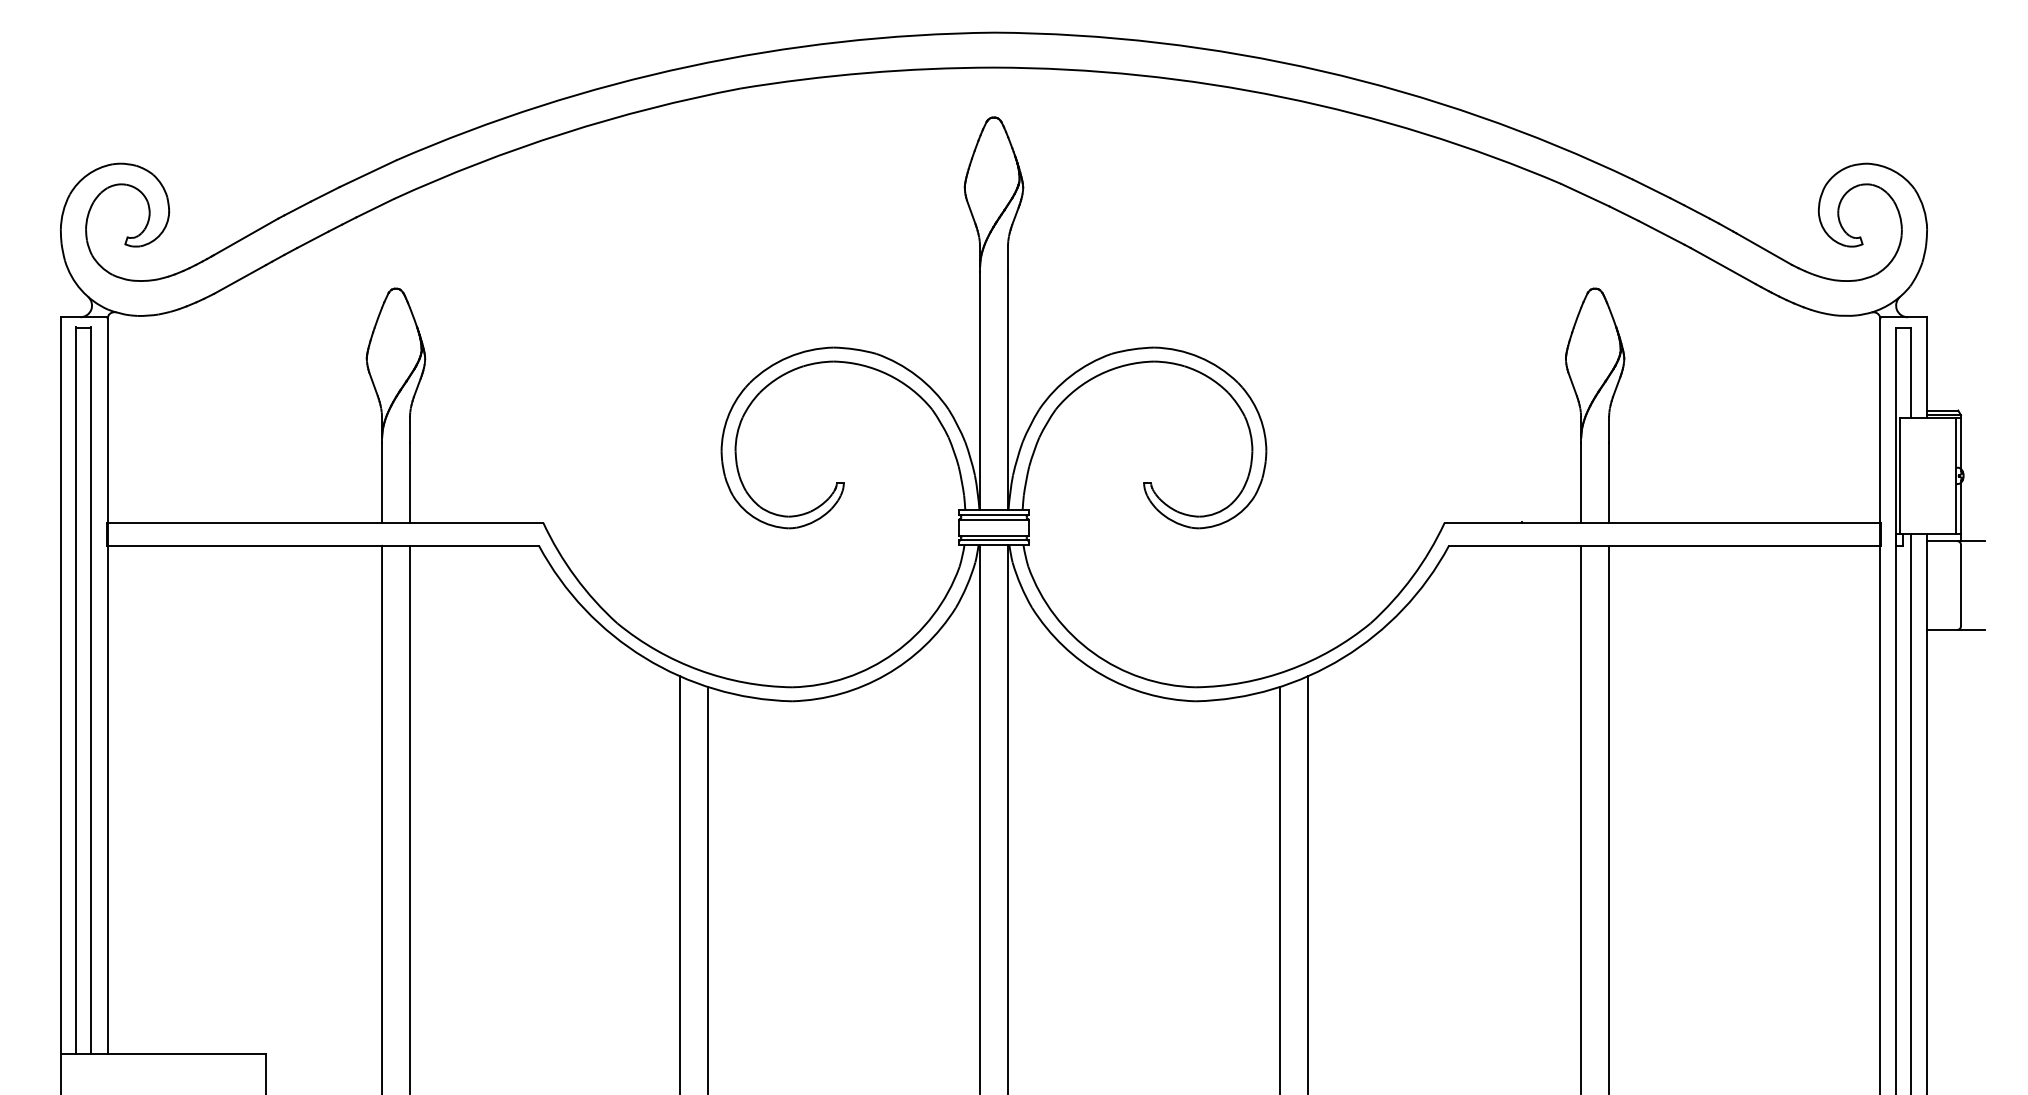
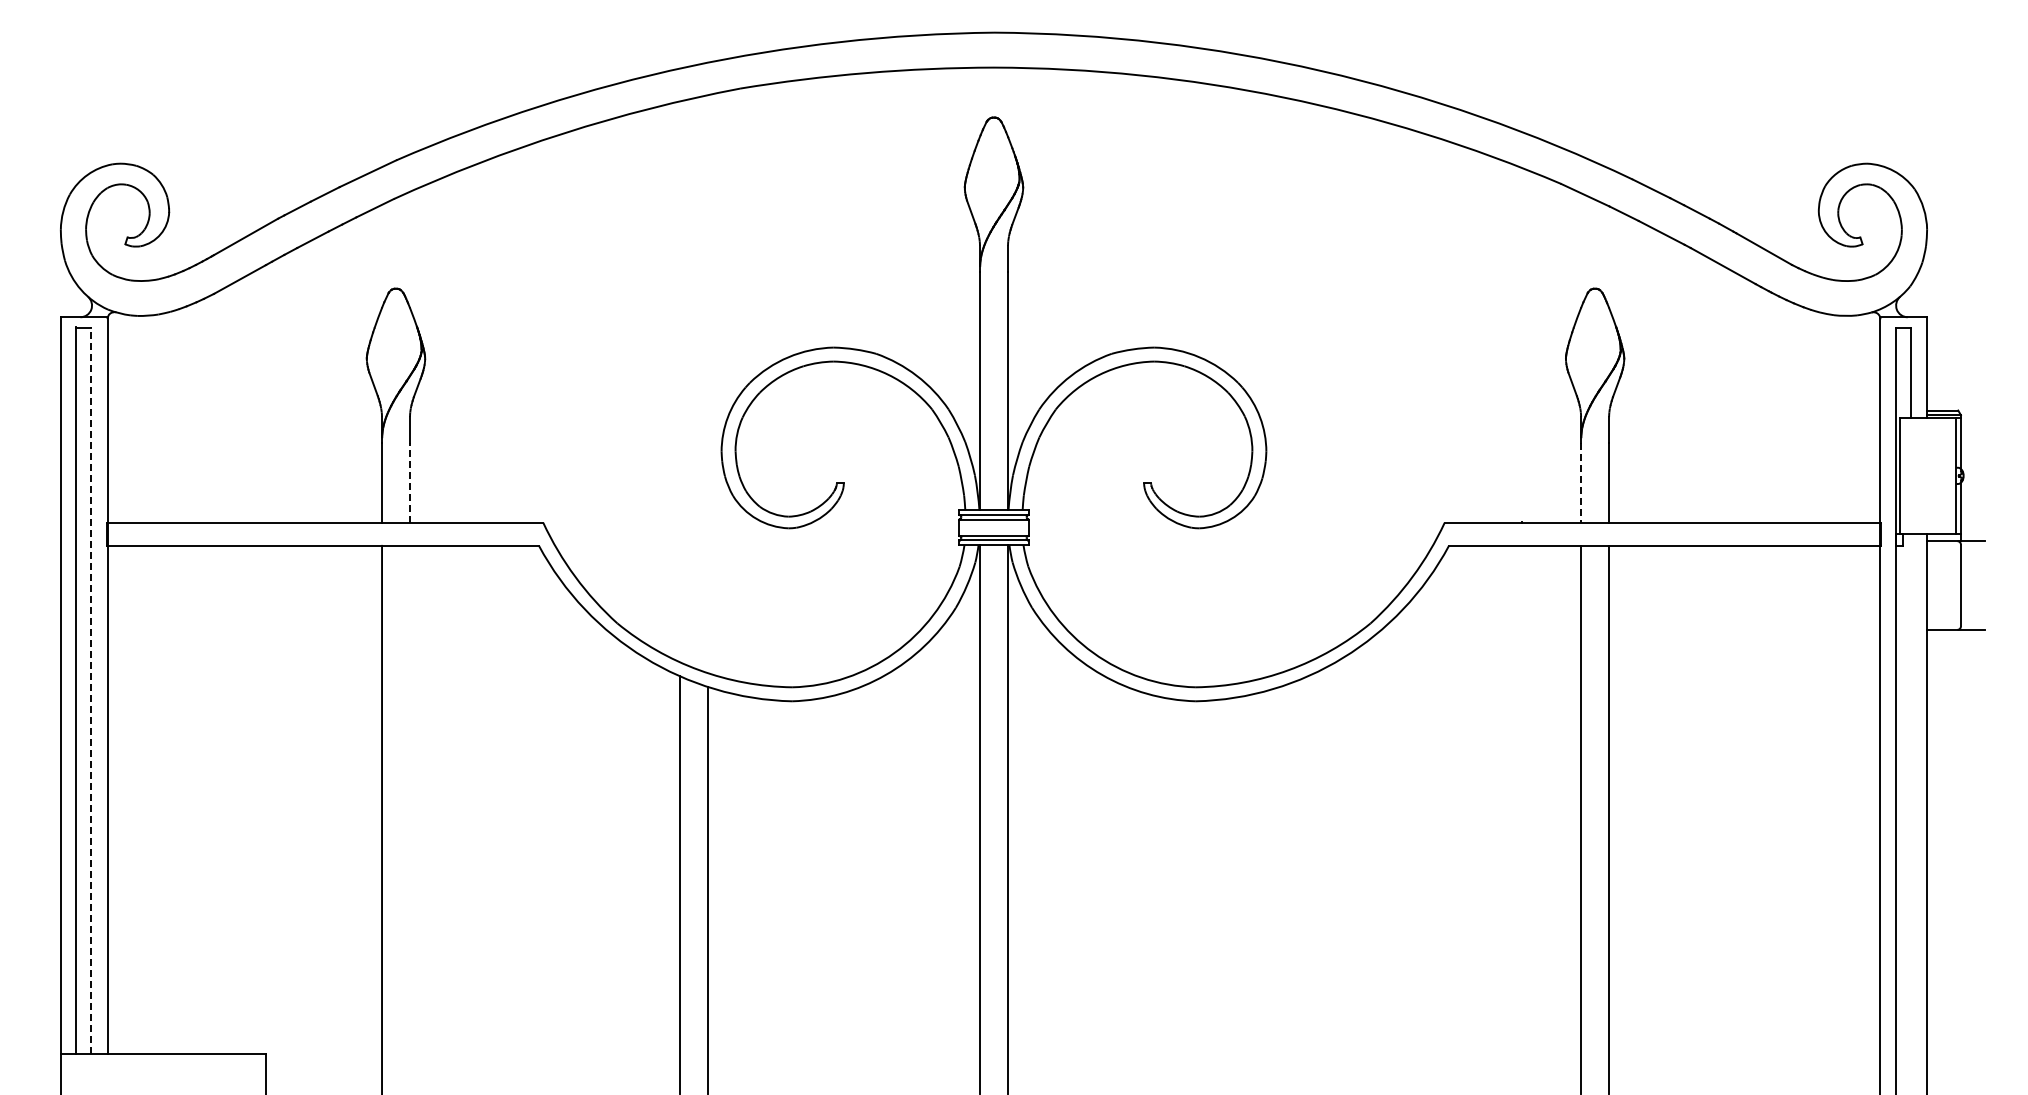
line at (410, 482): solid -> dashed
line at (1581, 482): solid -> dashed
line at (91, 690): solid -> dashed
line at (1911, 812): present -> none
line at (410, 818): present -> none
line at (1307, 883): present -> none
line at (1279, 889): present -> none
